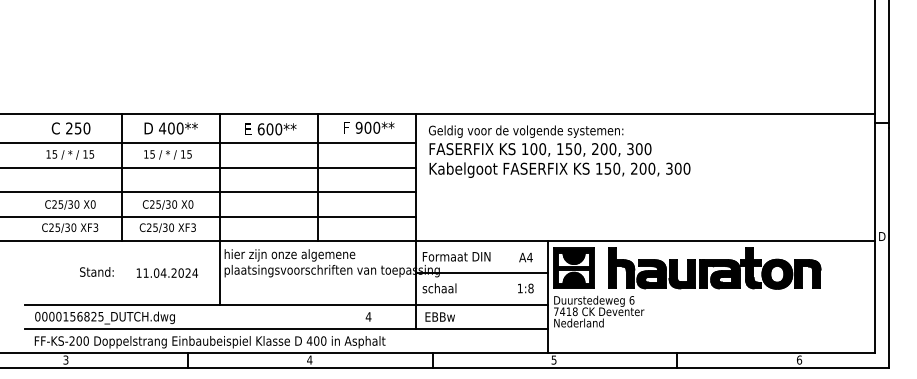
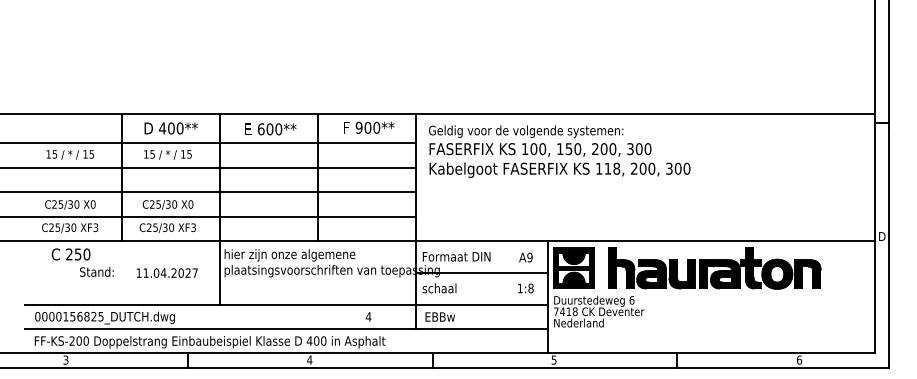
text at (70, 128) position: (70, 128) -> (70, 254)
text at (612, 168): 150, -> 118,
text at (529, 257): A4 -> A9
text at (195, 272): 11.04.2024 -> 11.04.2027
